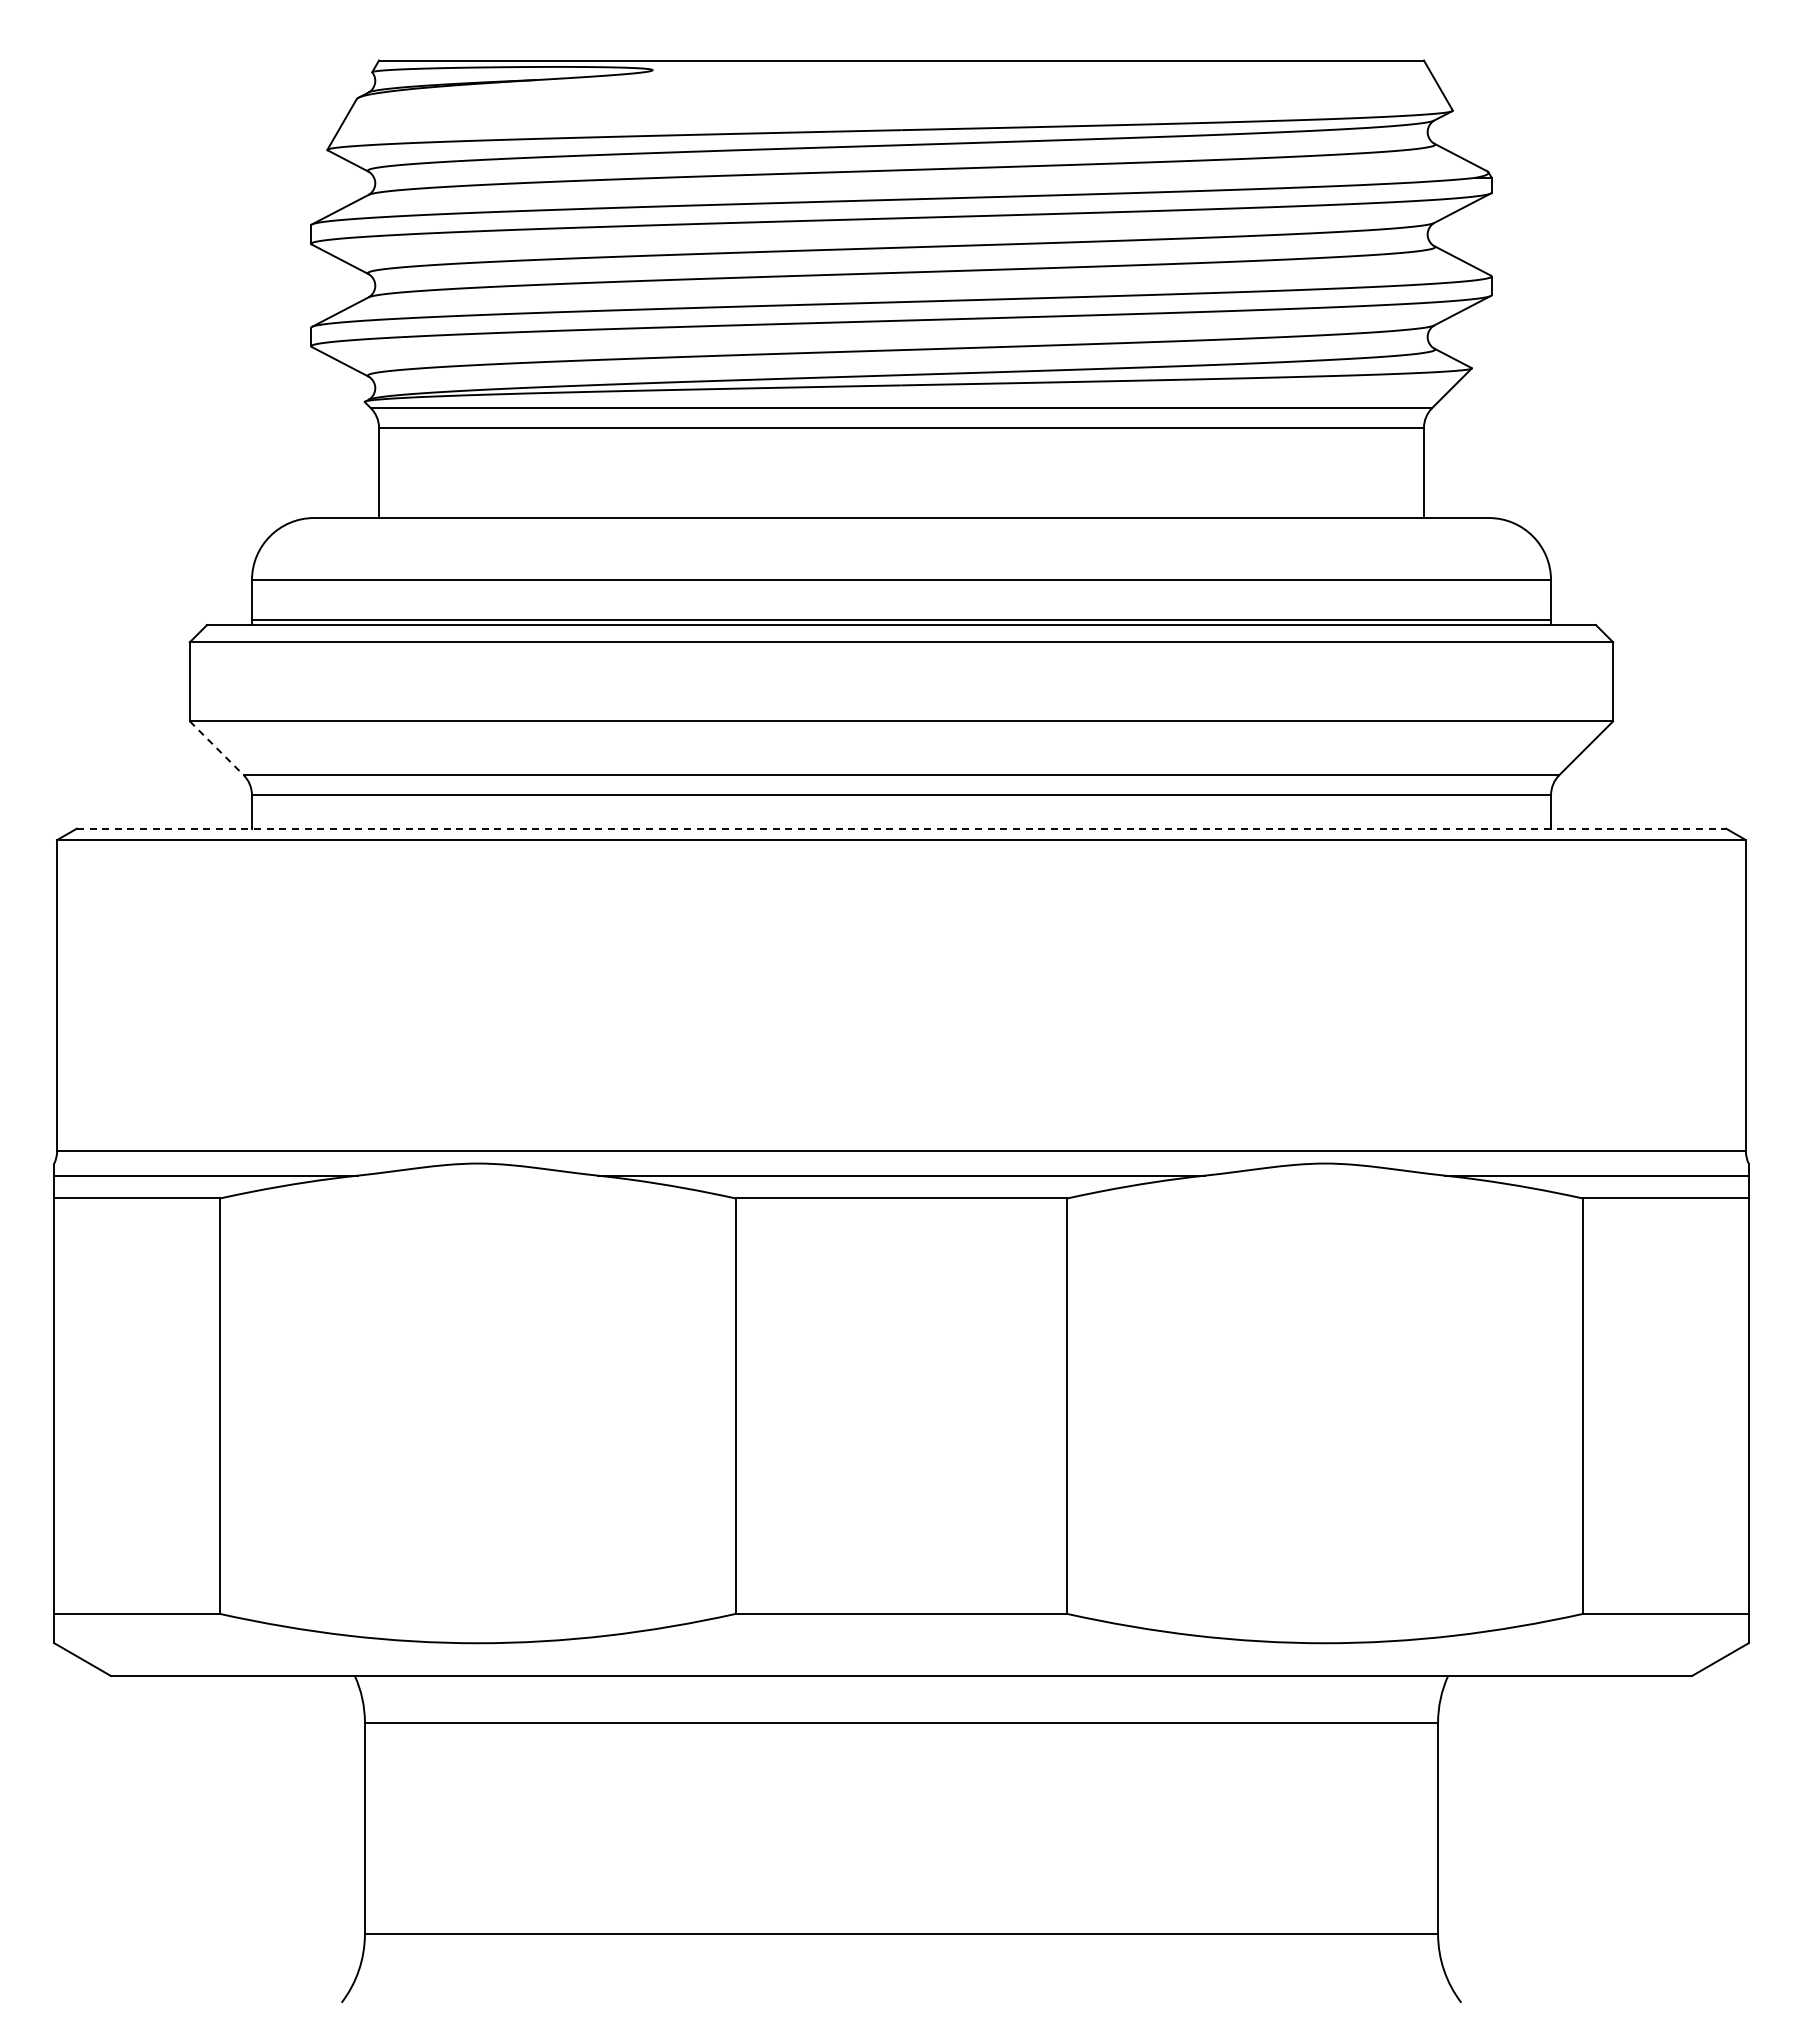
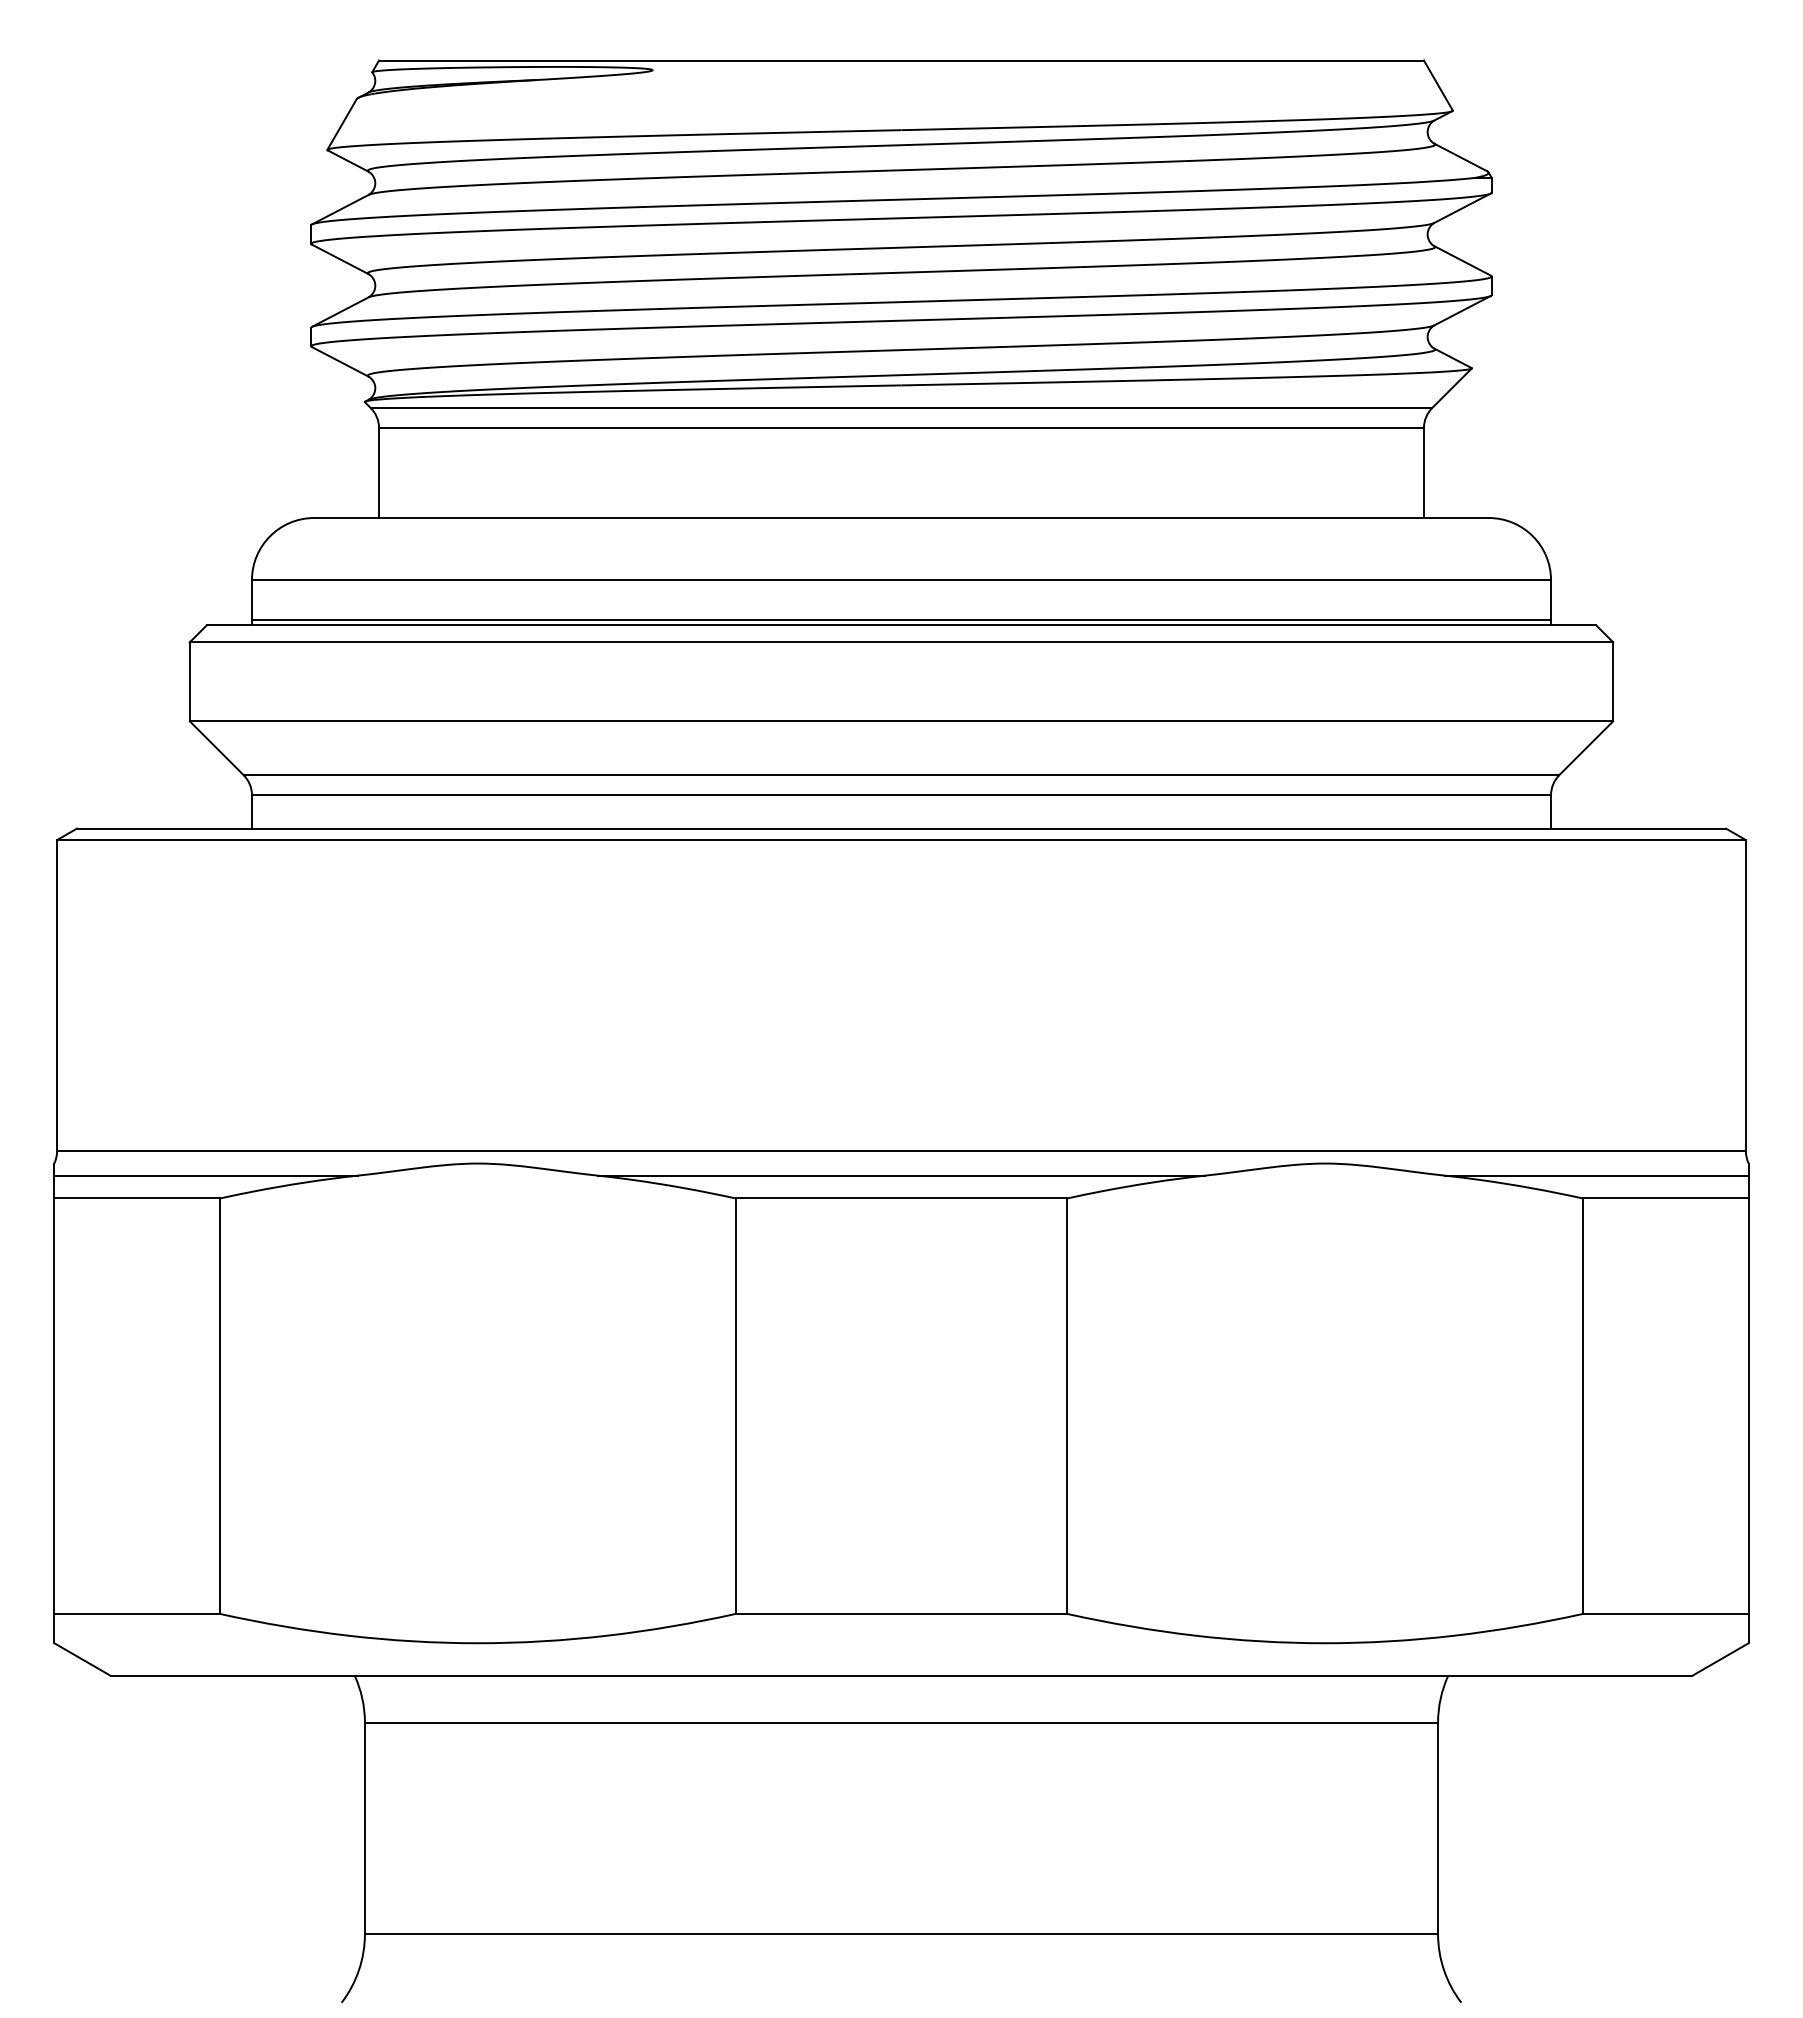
line at (217, 748): dashed -> solid
line at (901, 828): dashed -> solid
